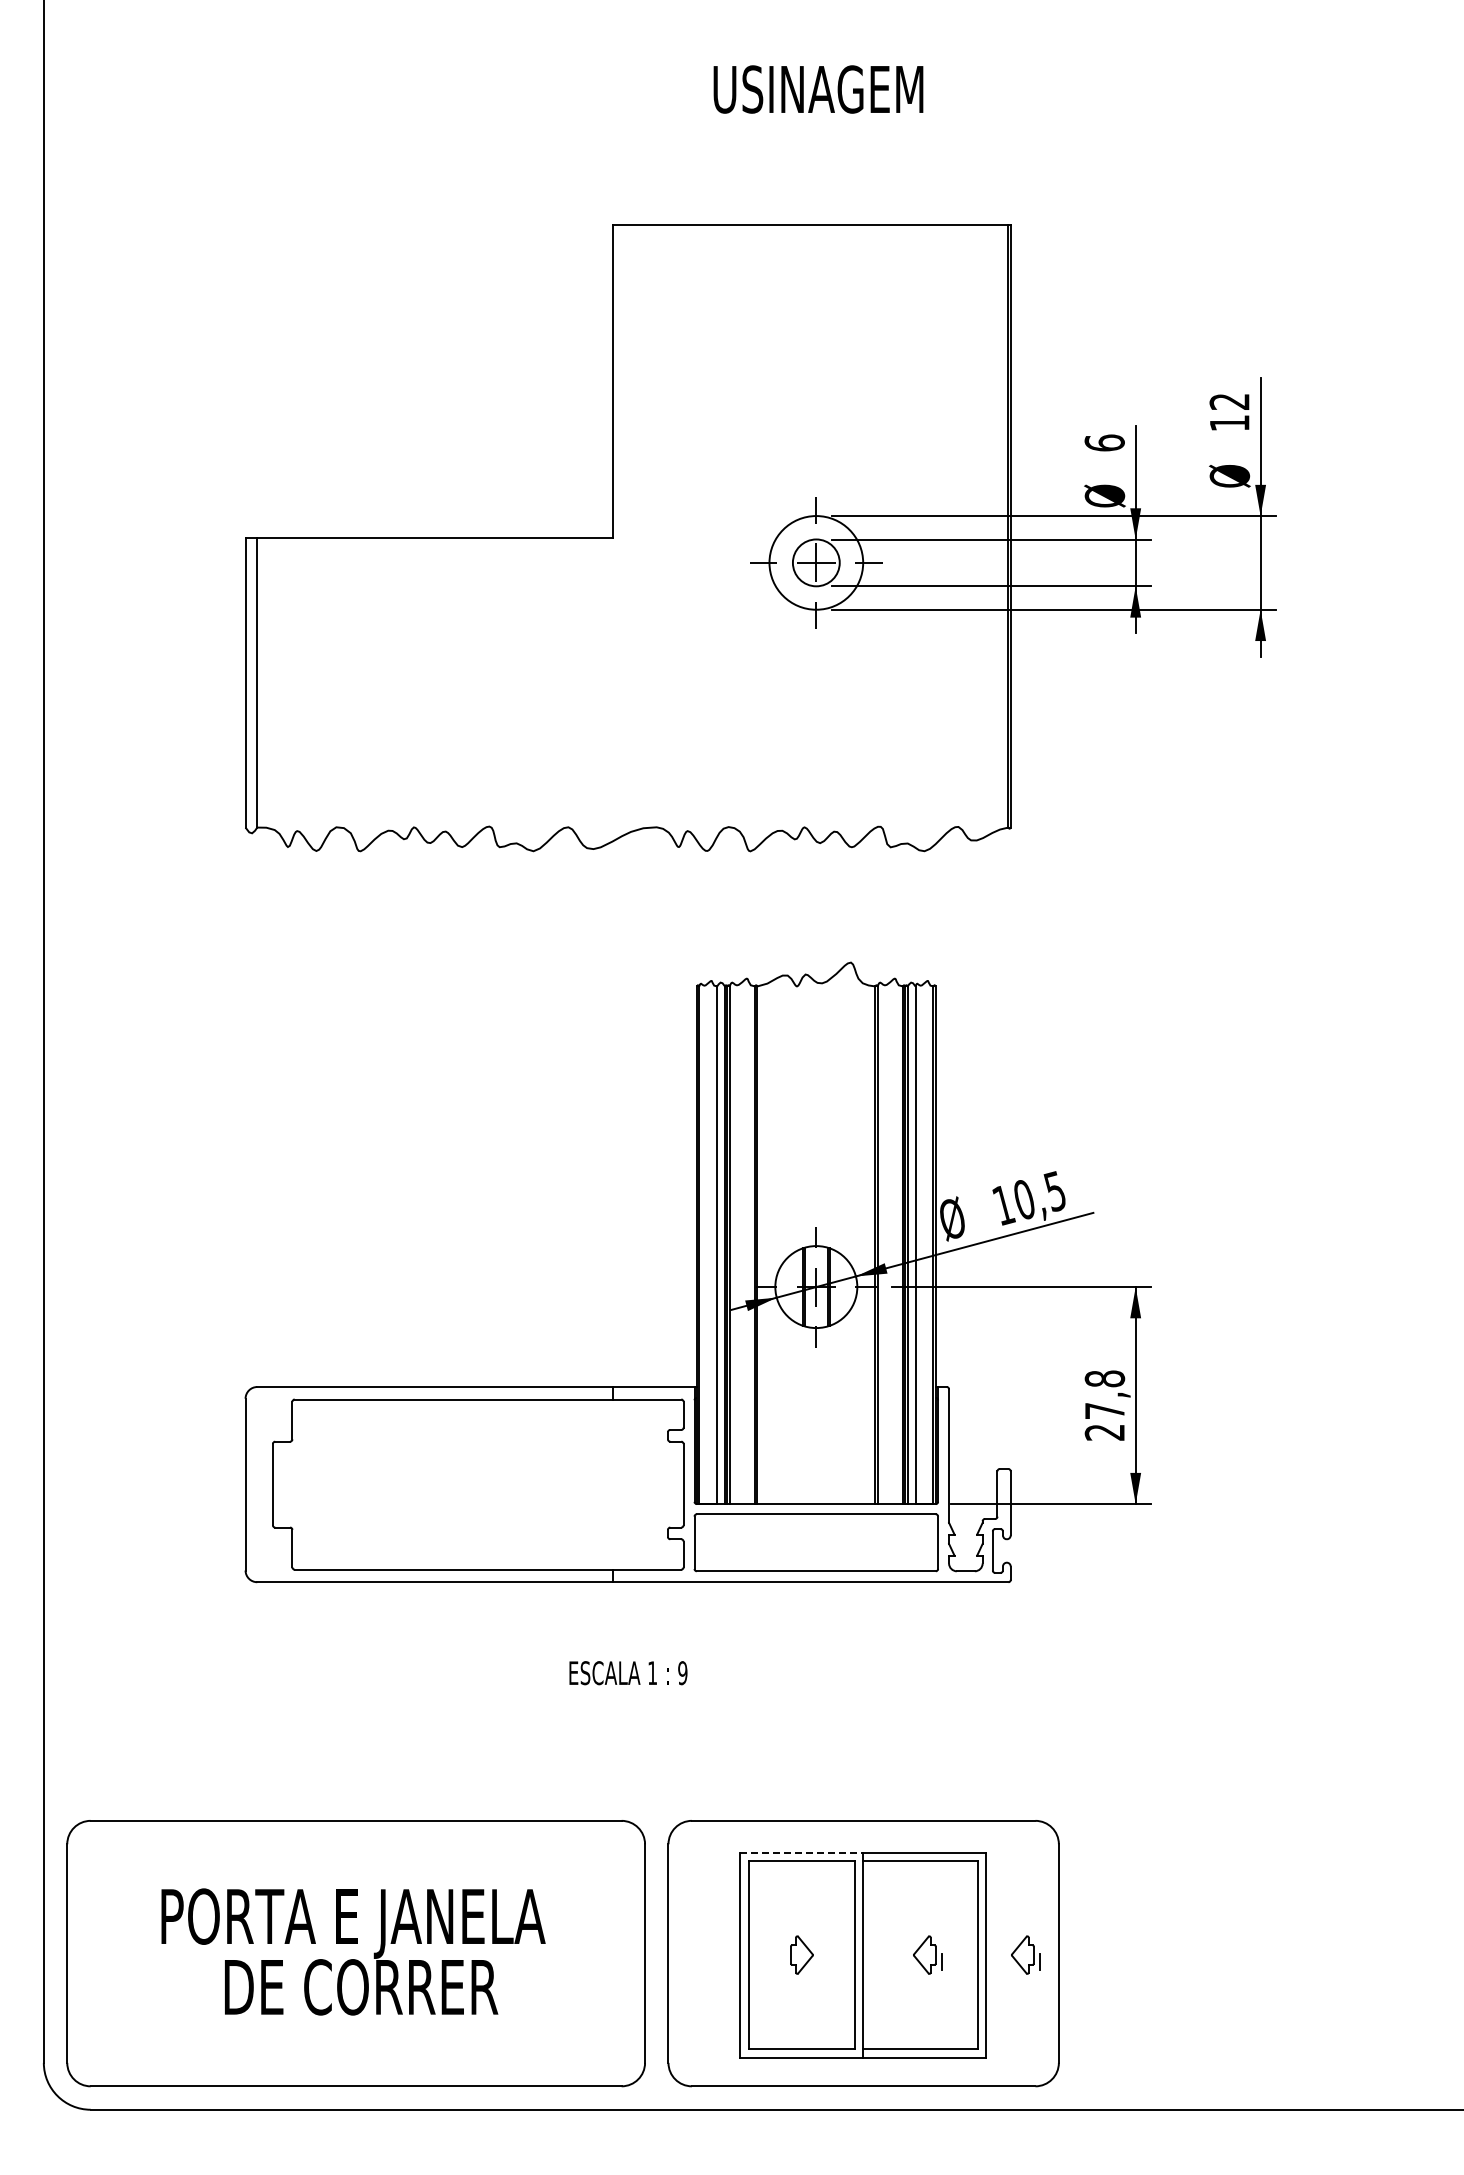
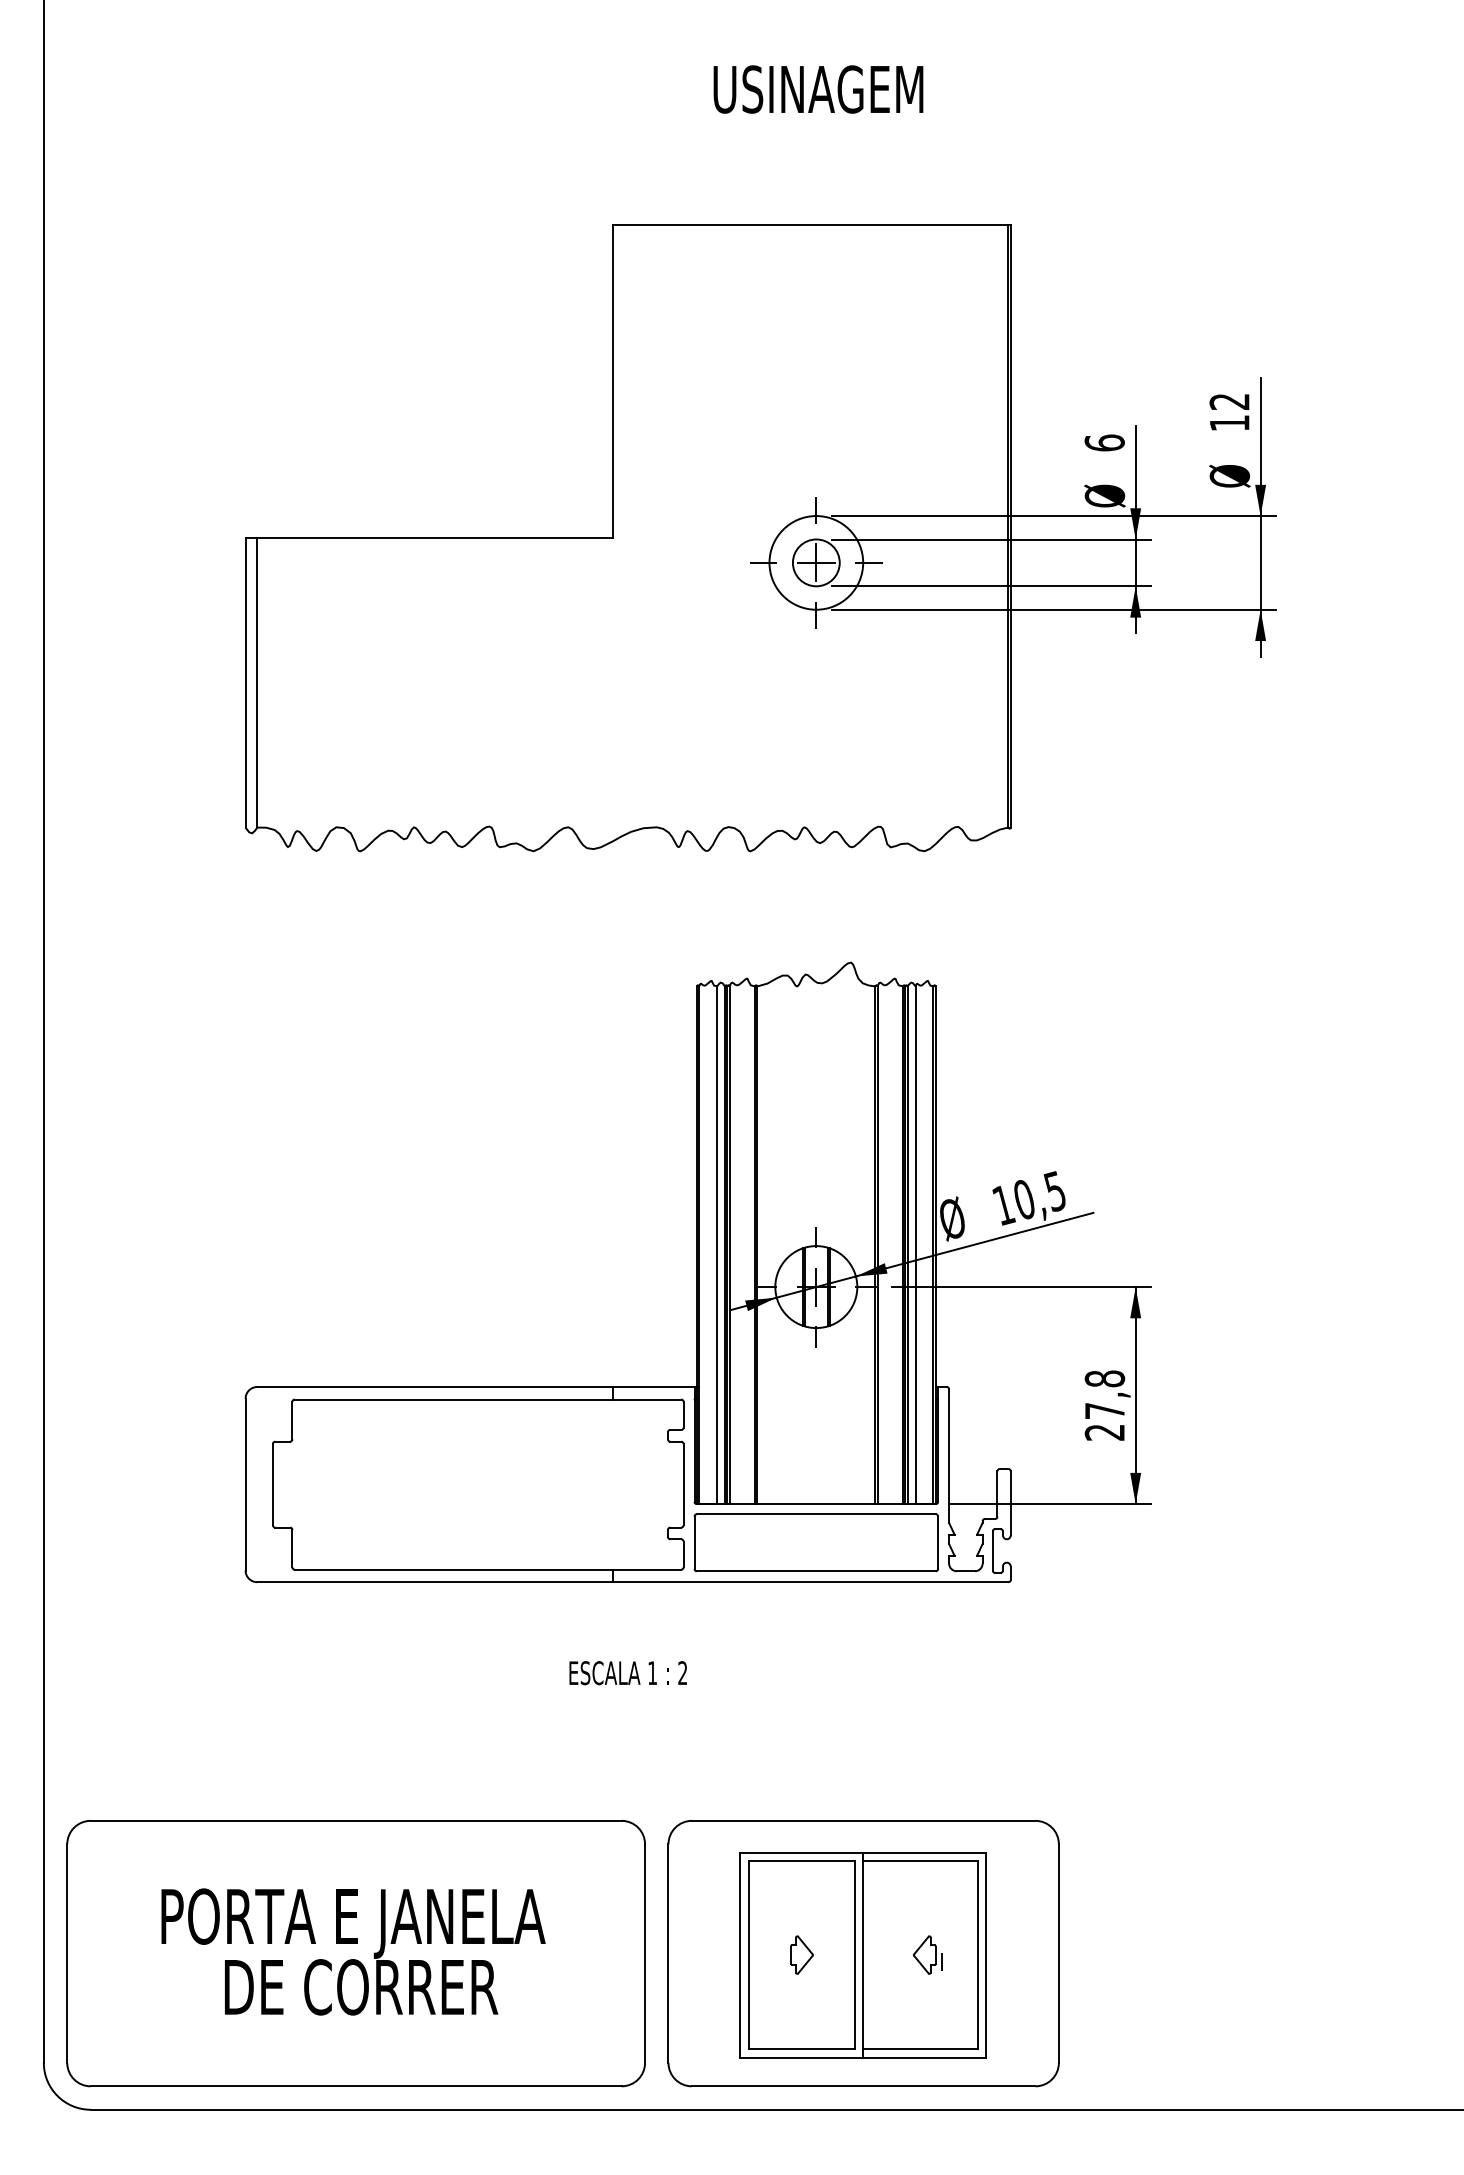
text at (682, 1673): 9 -> 2
line at (802, 1852): dashed -> solid
part at (1025, 1954): present -> none
